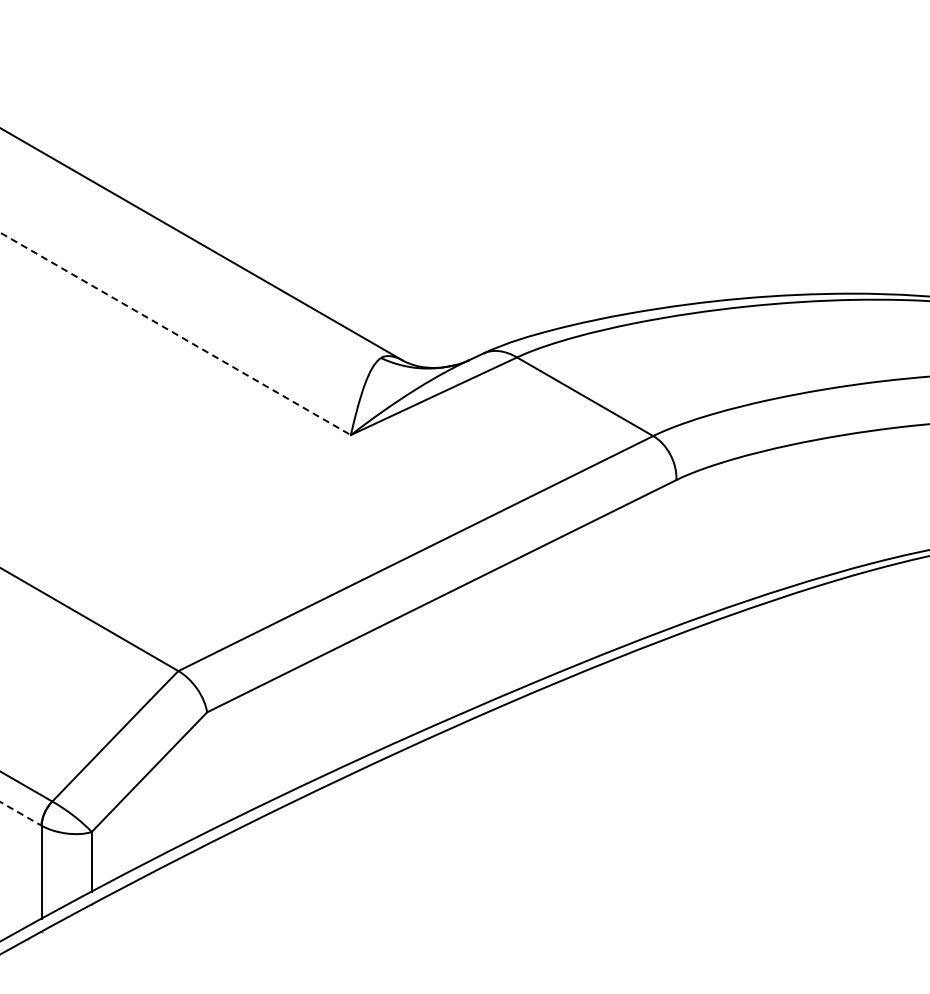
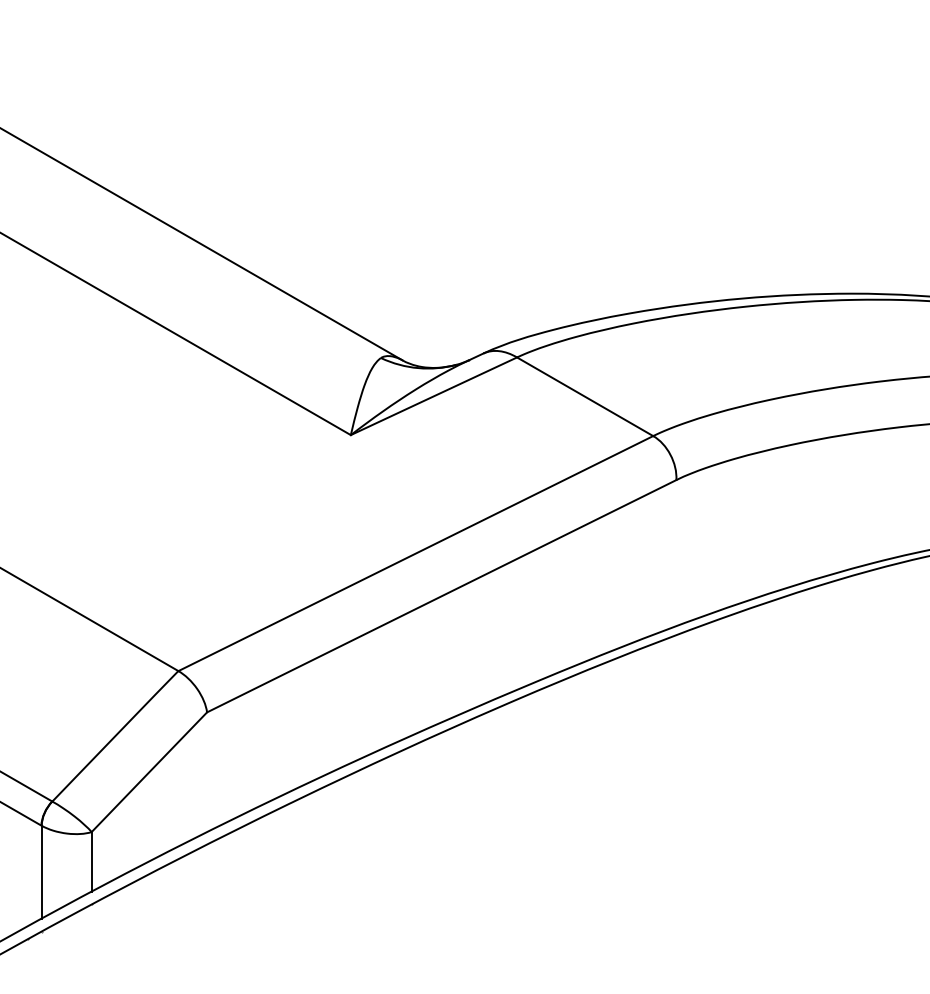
line at (176, 334): dashed -> solid
line at (20, 813): dashed -> solid
